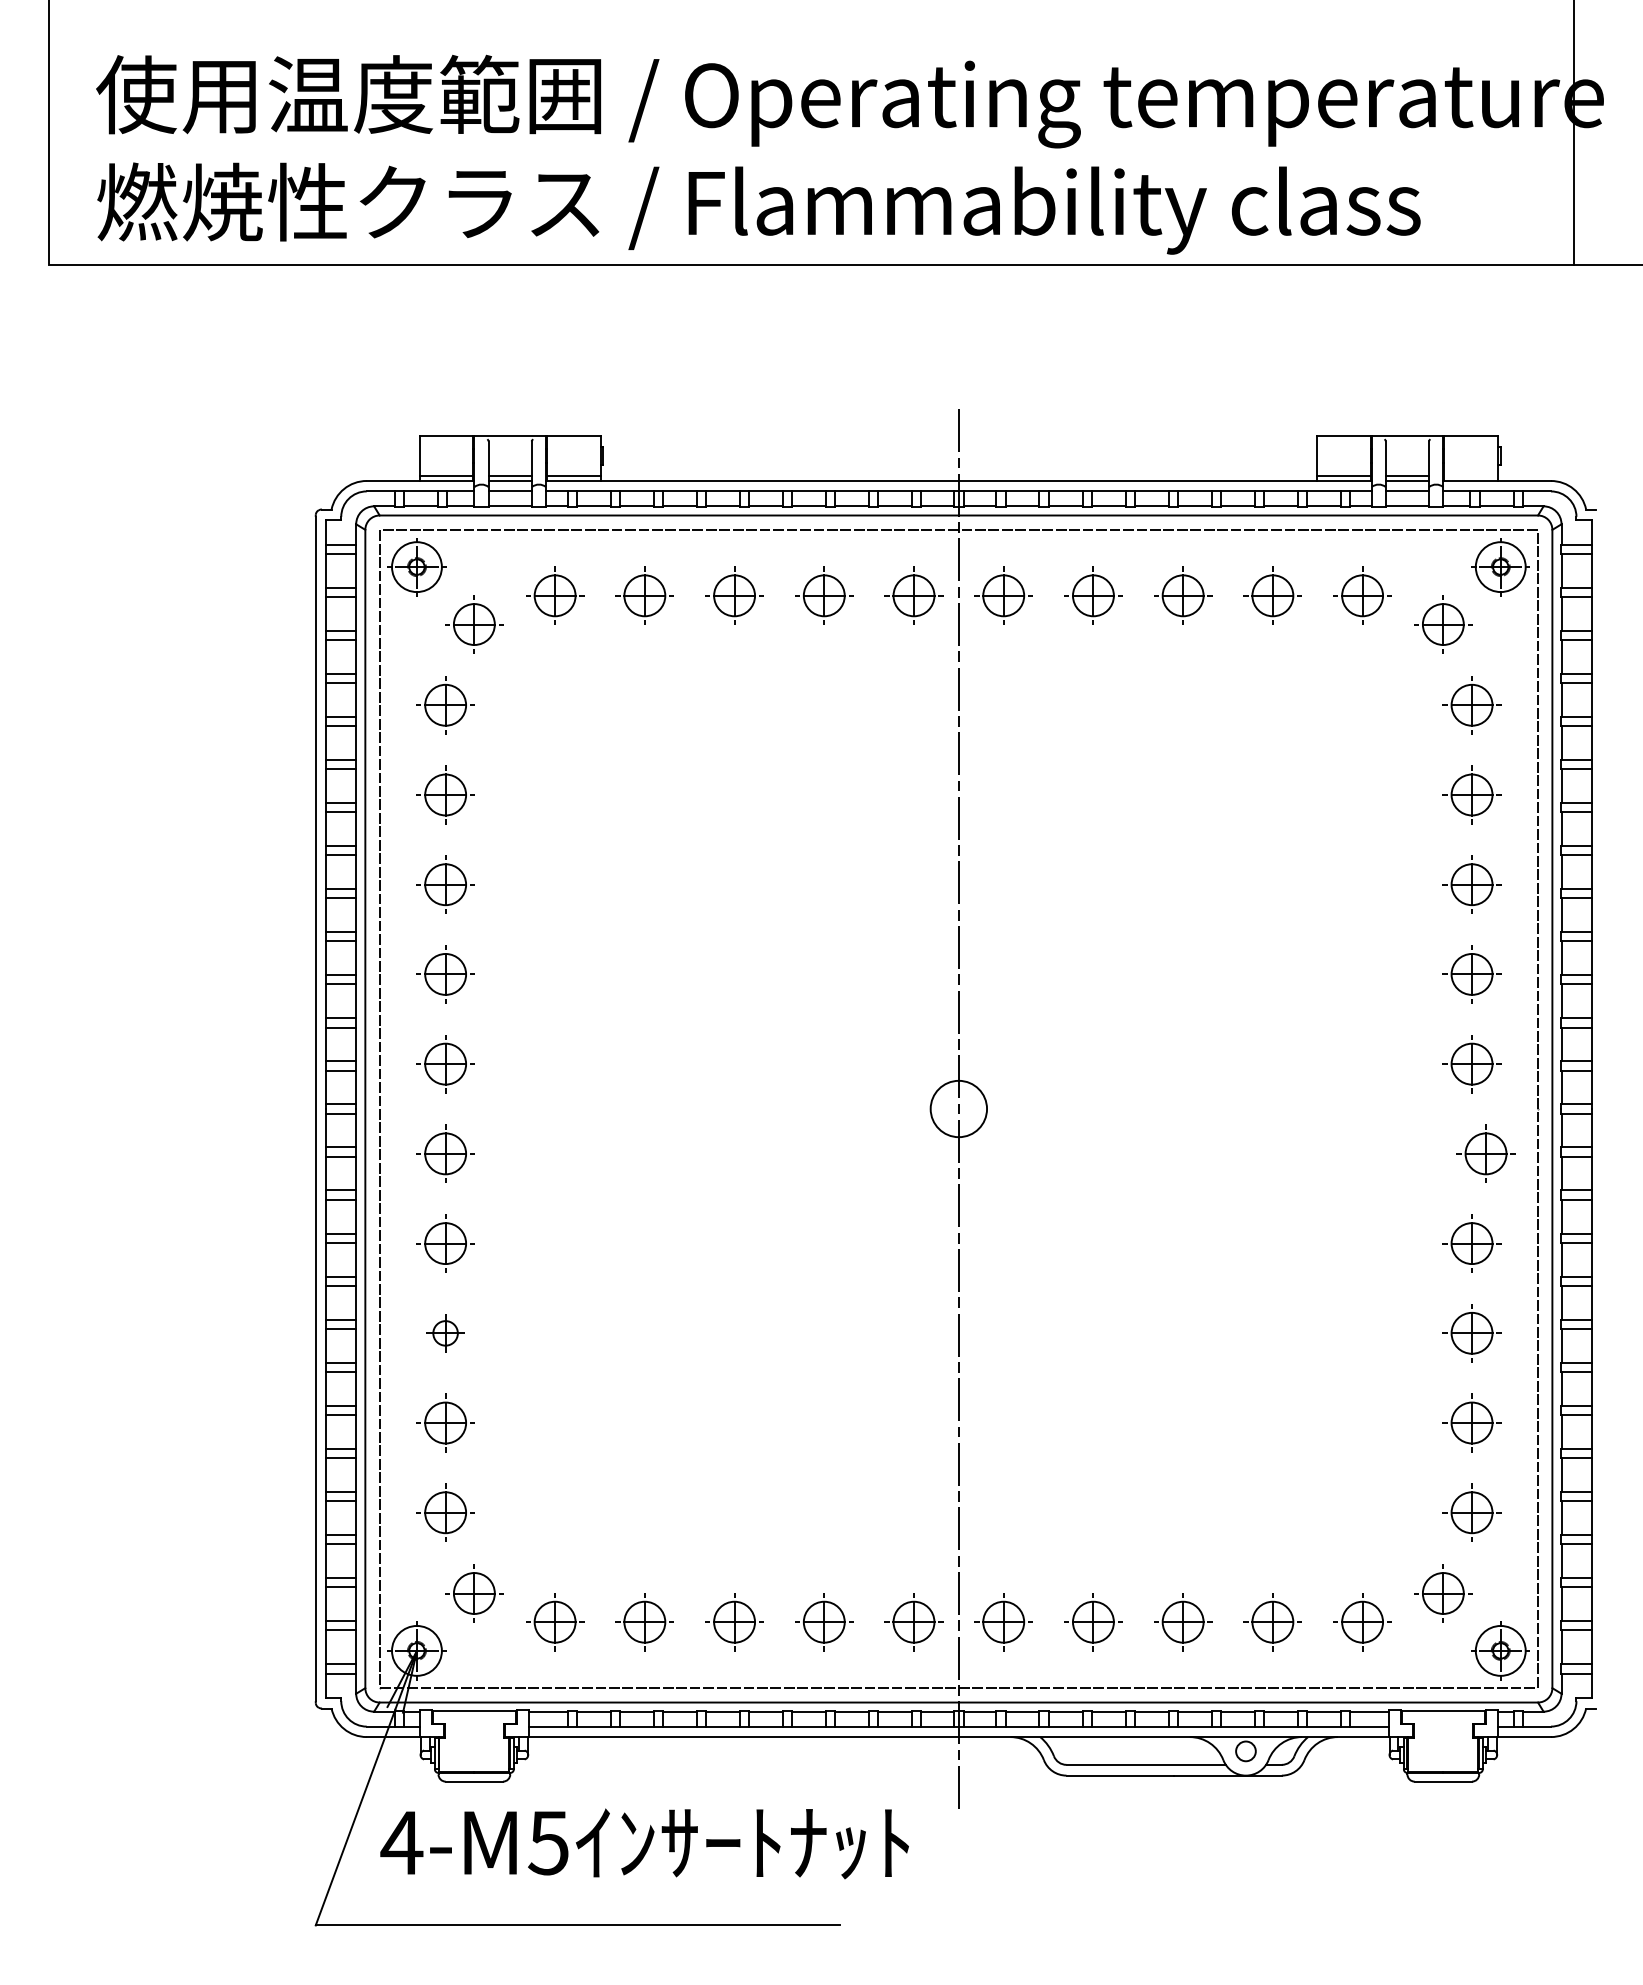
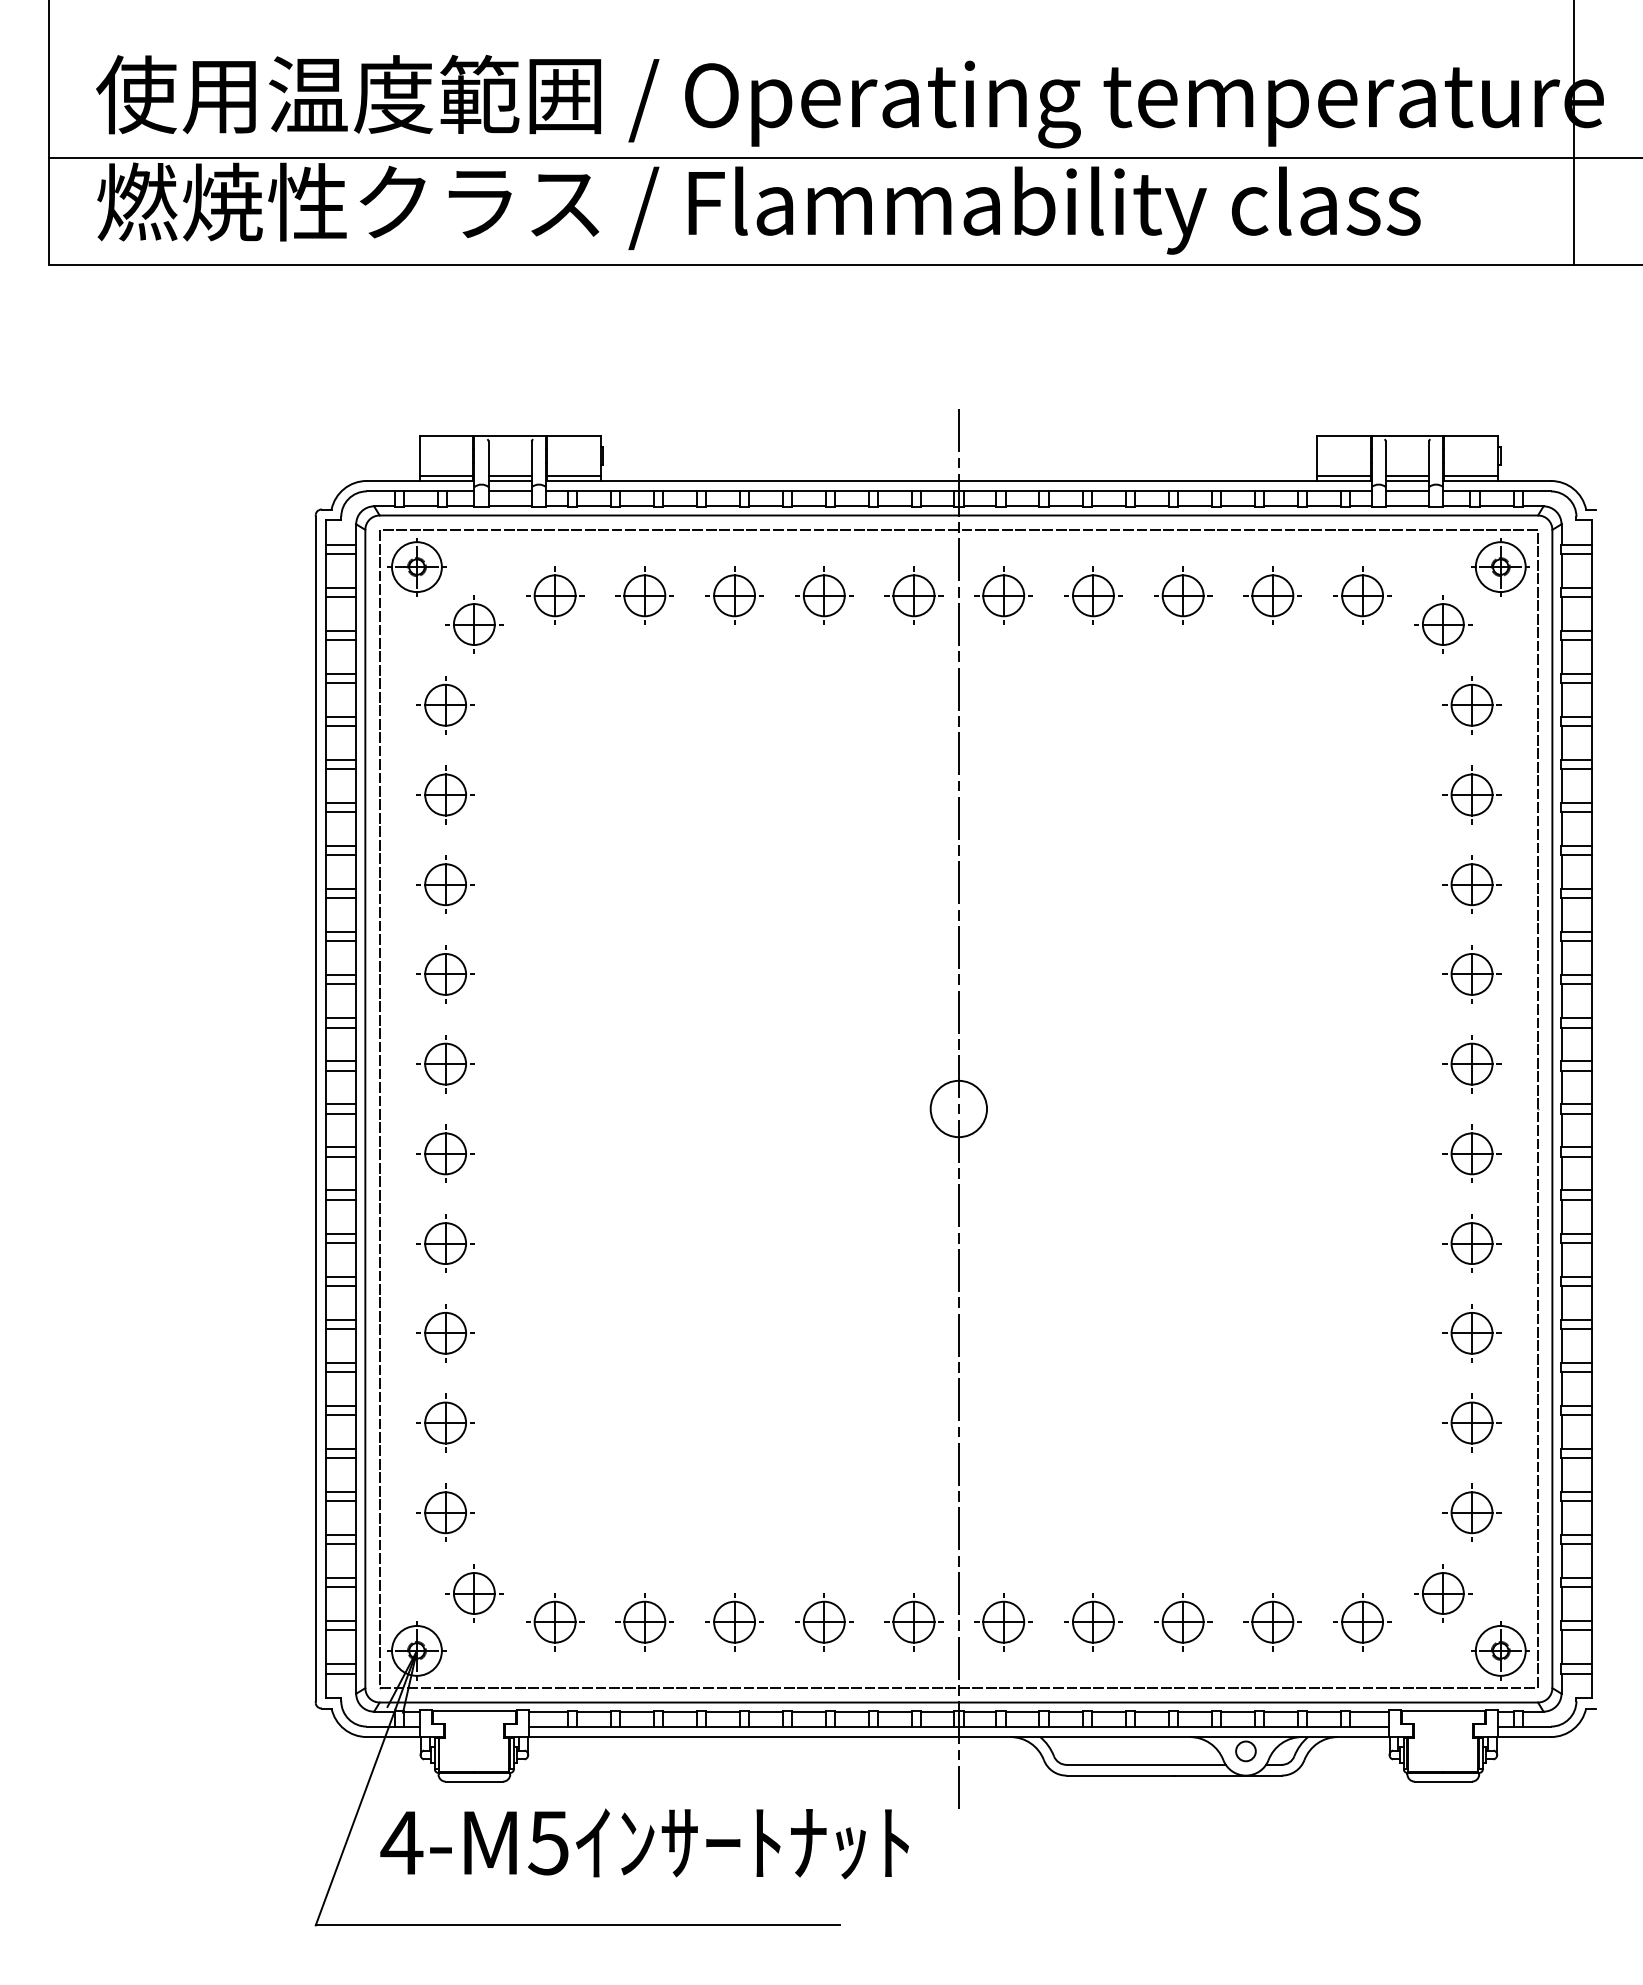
line at (844, 157): none -> present
line at (1471, 475): none -> present
part at (1485, 1153) position: (1485, 1153) -> (1471, 1153)
part at (445, 1333) size: 39x39 px -> 59x59 px
